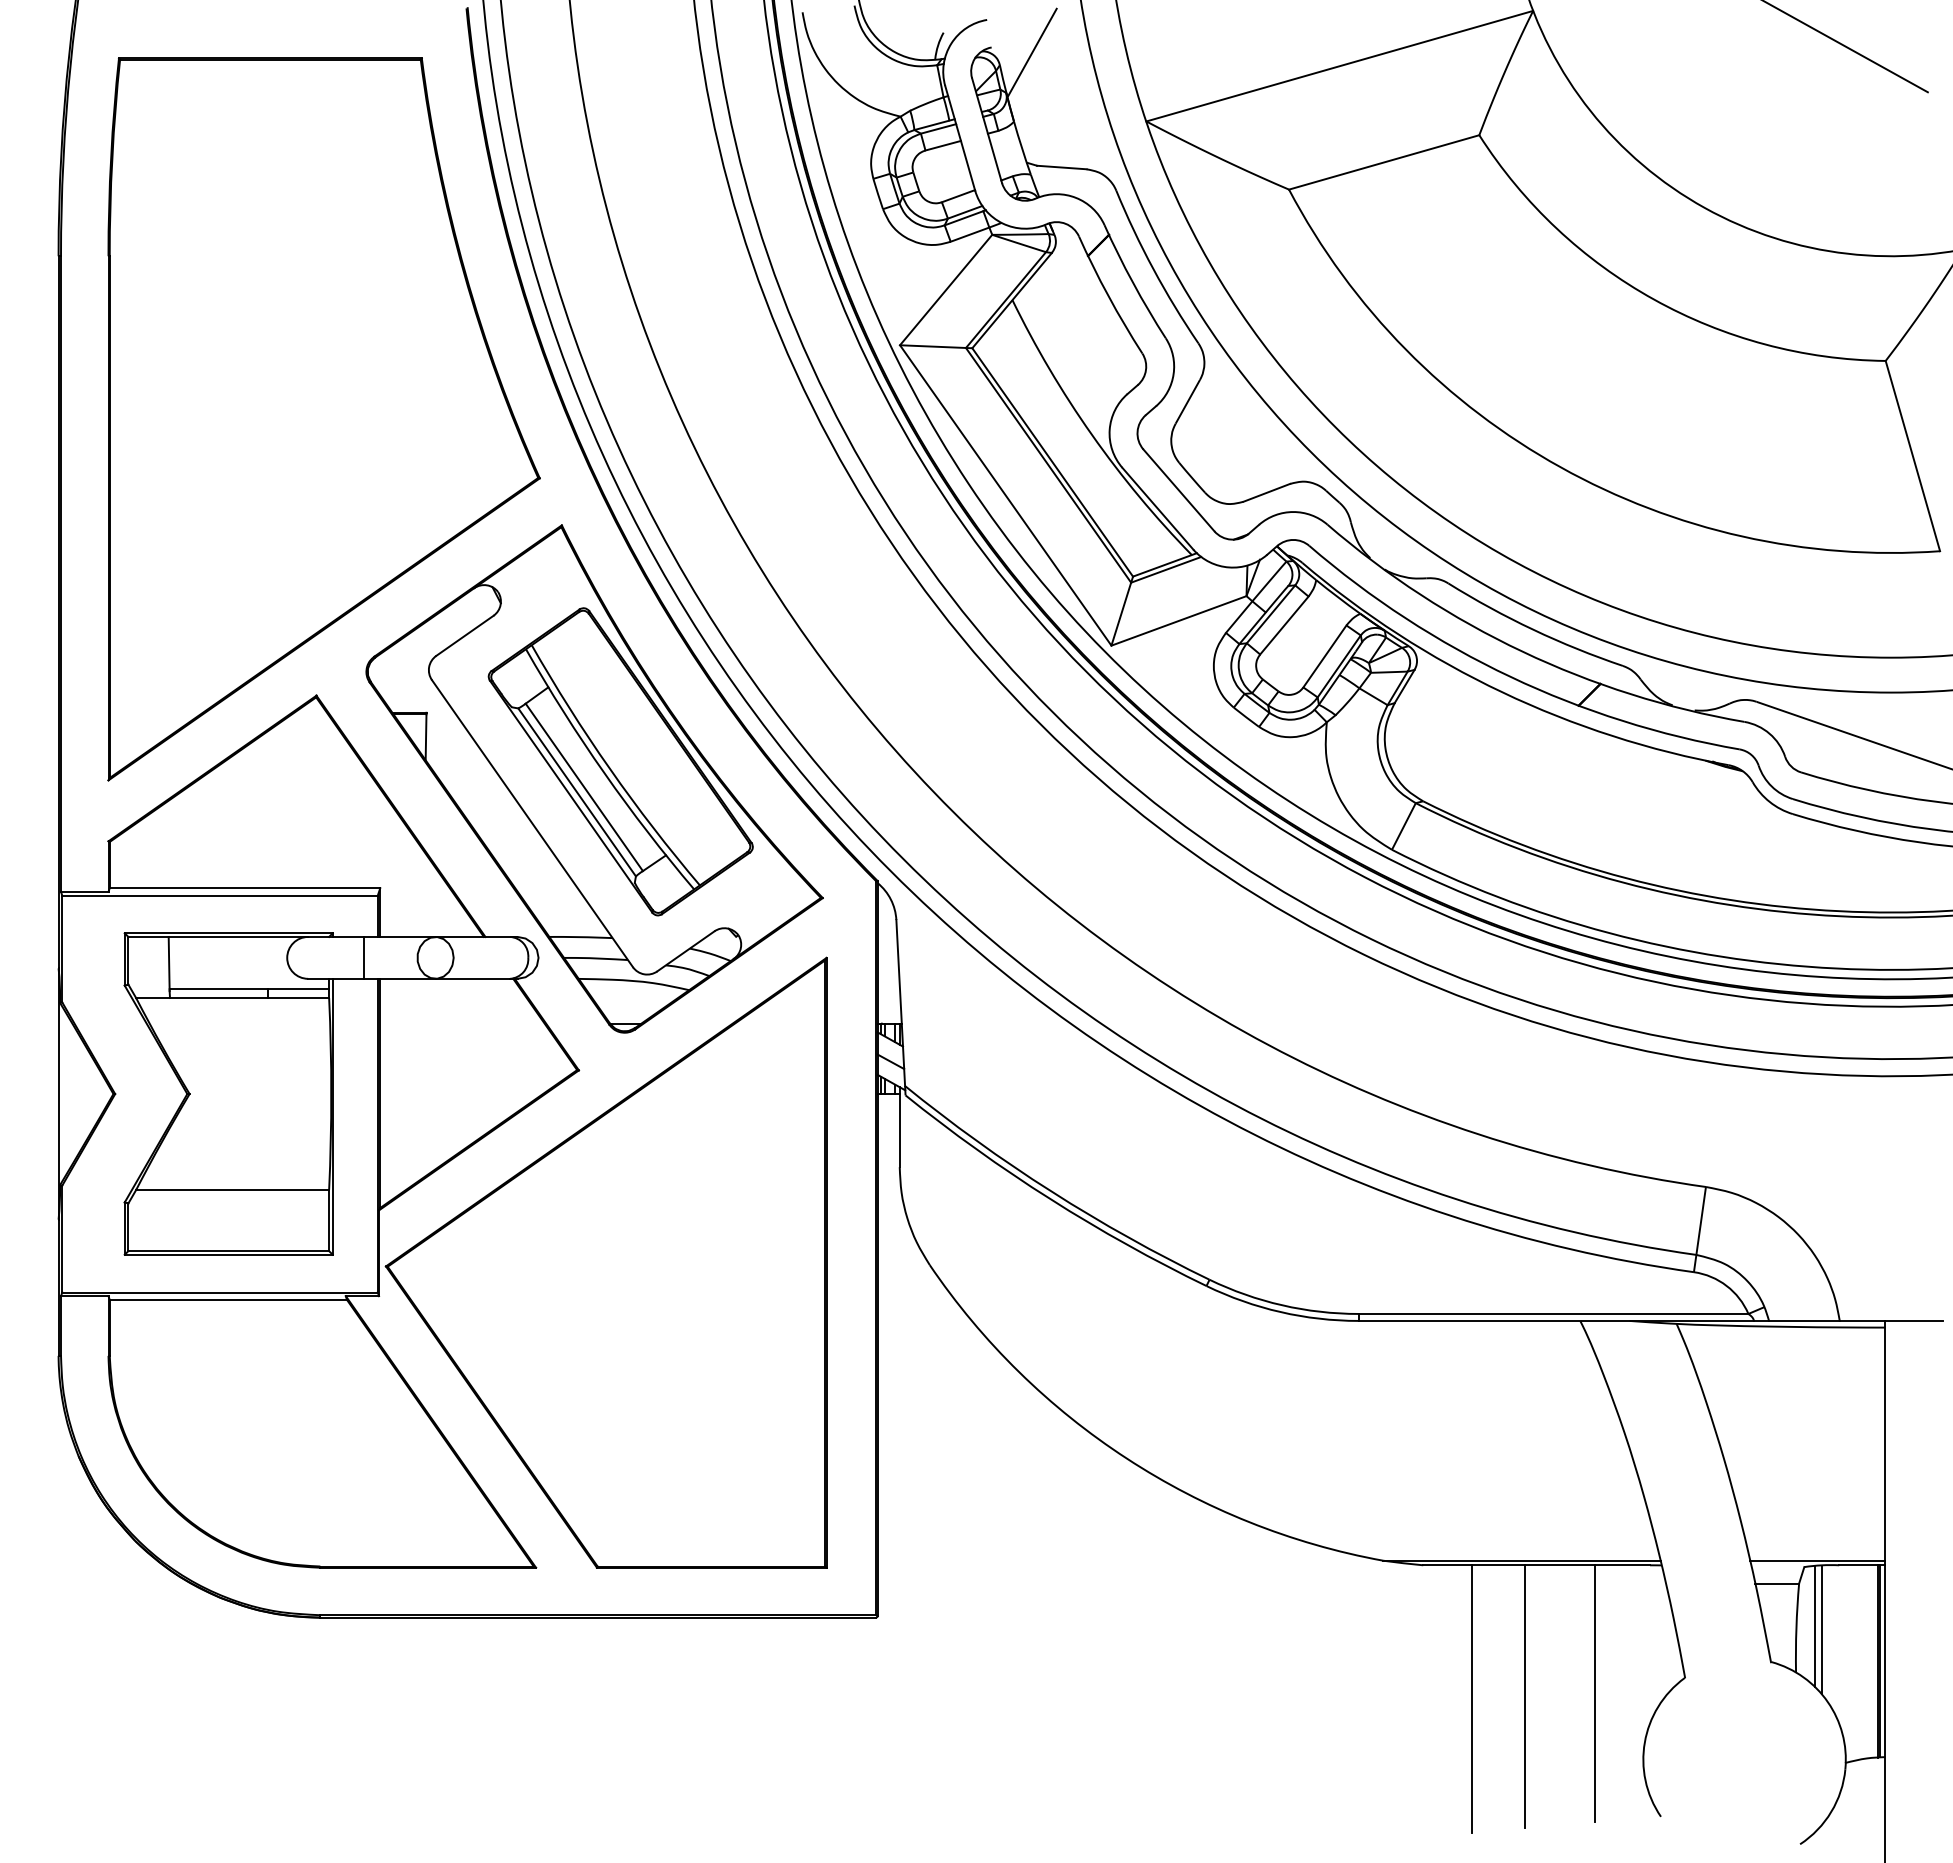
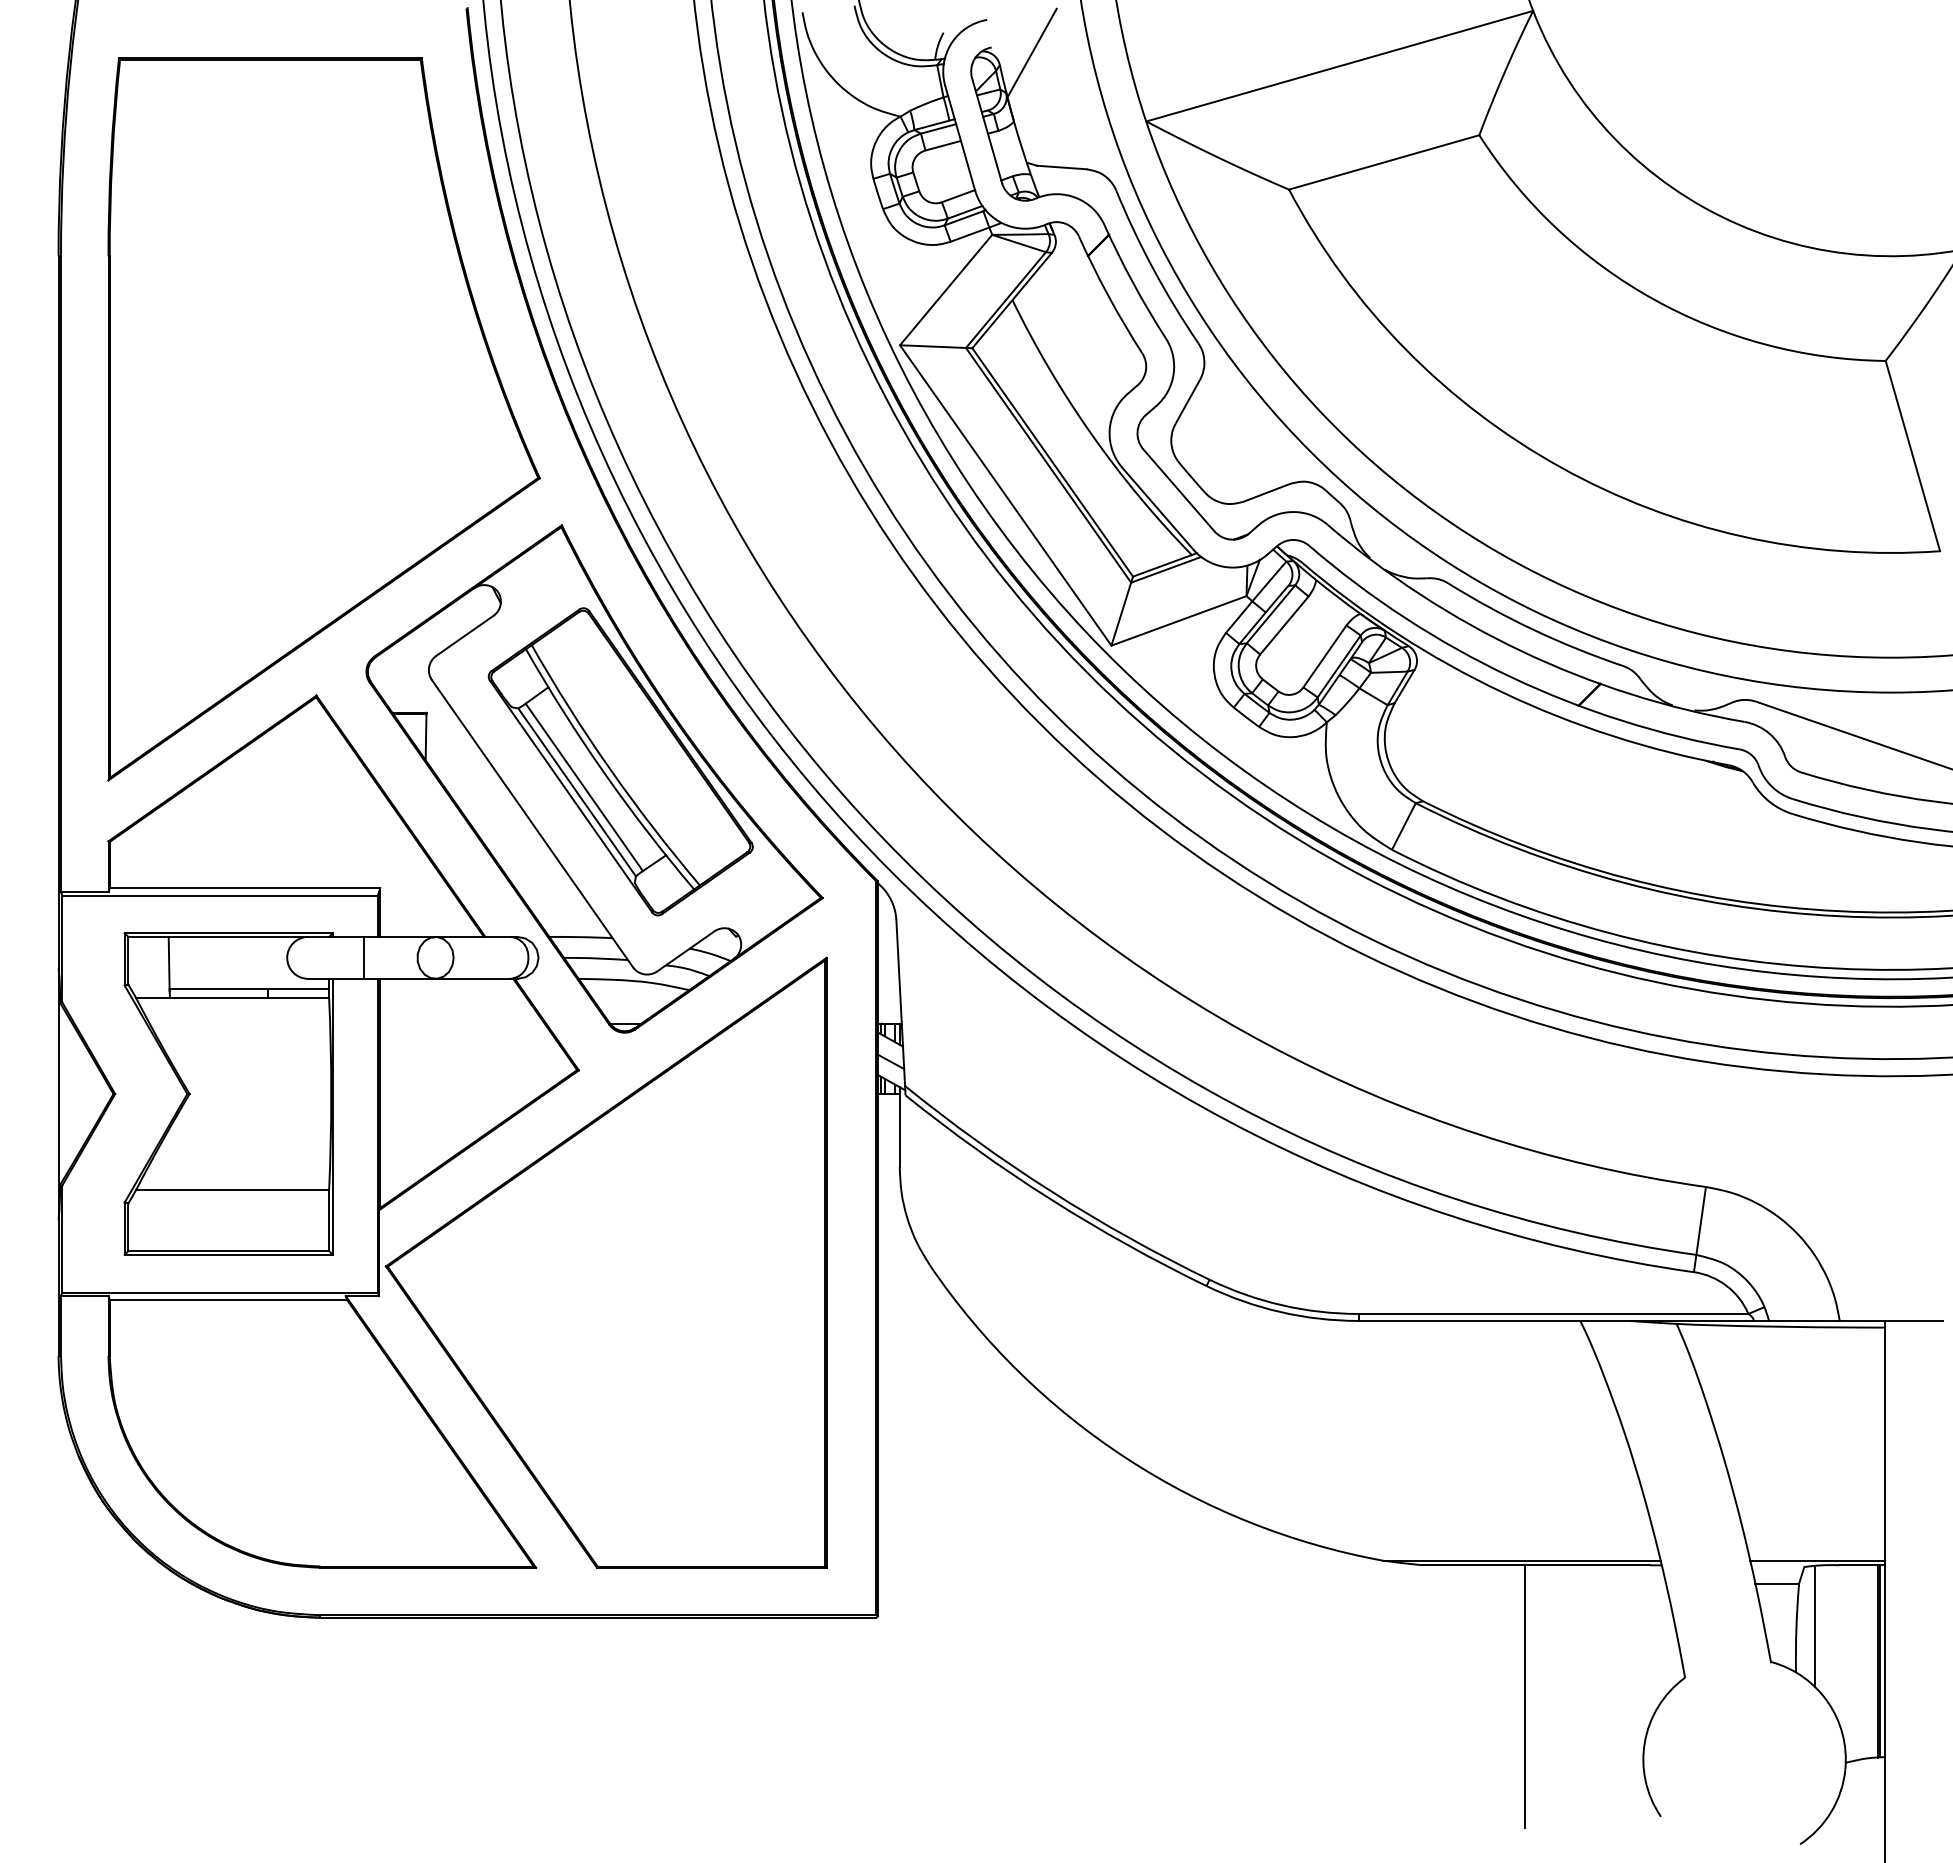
line at (1846, 47): present -> none
line at (1821, 1629): present -> none
line at (1594, 1693): present -> none
line at (1472, 1699): present -> none
